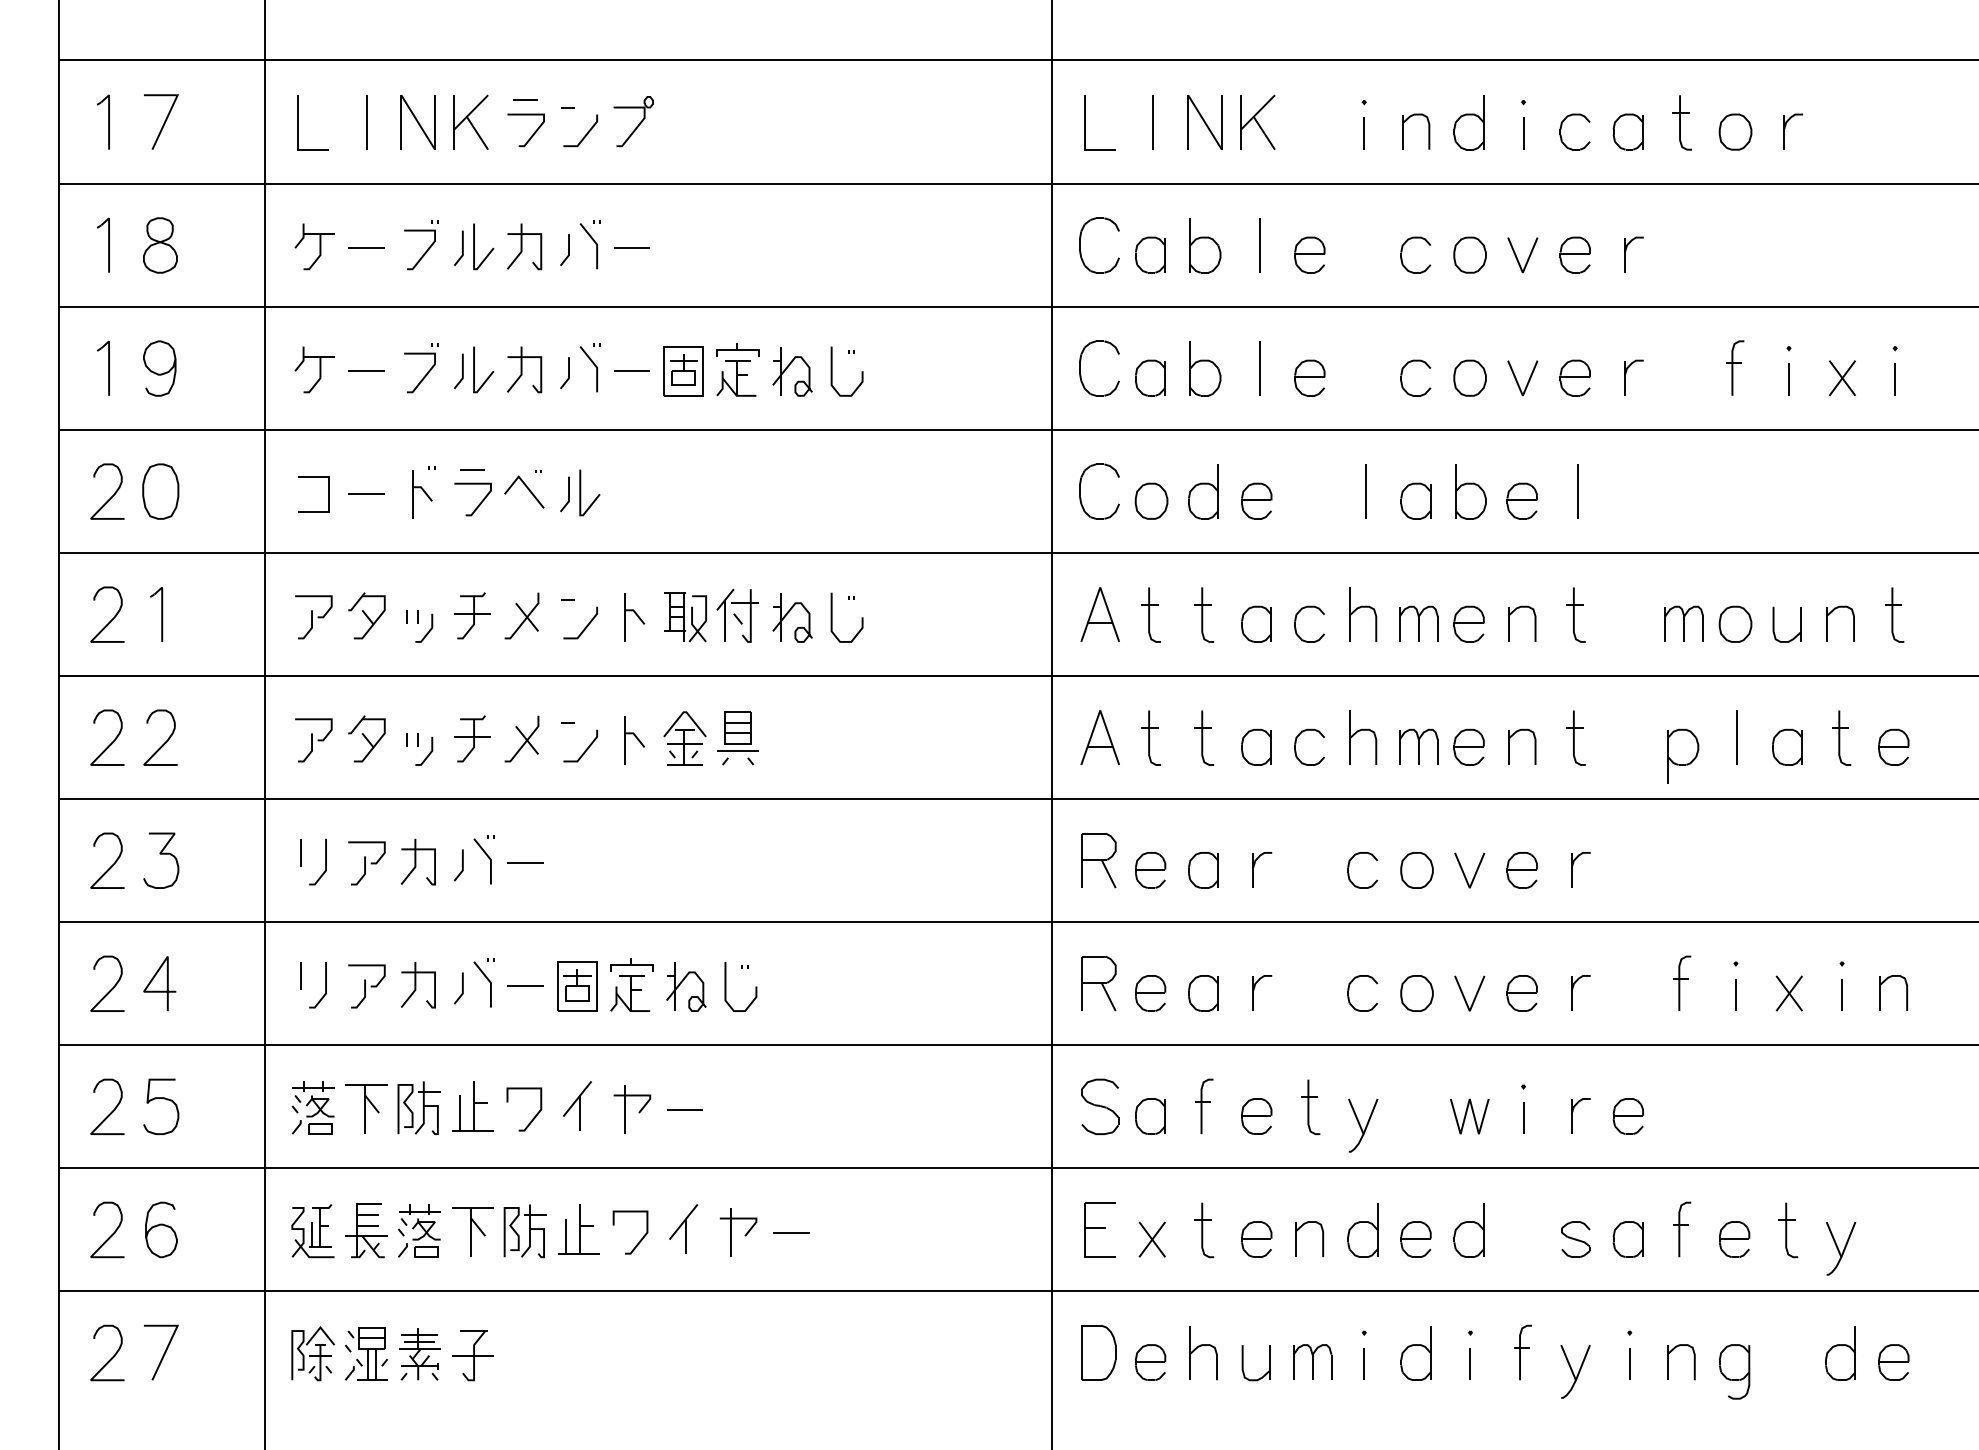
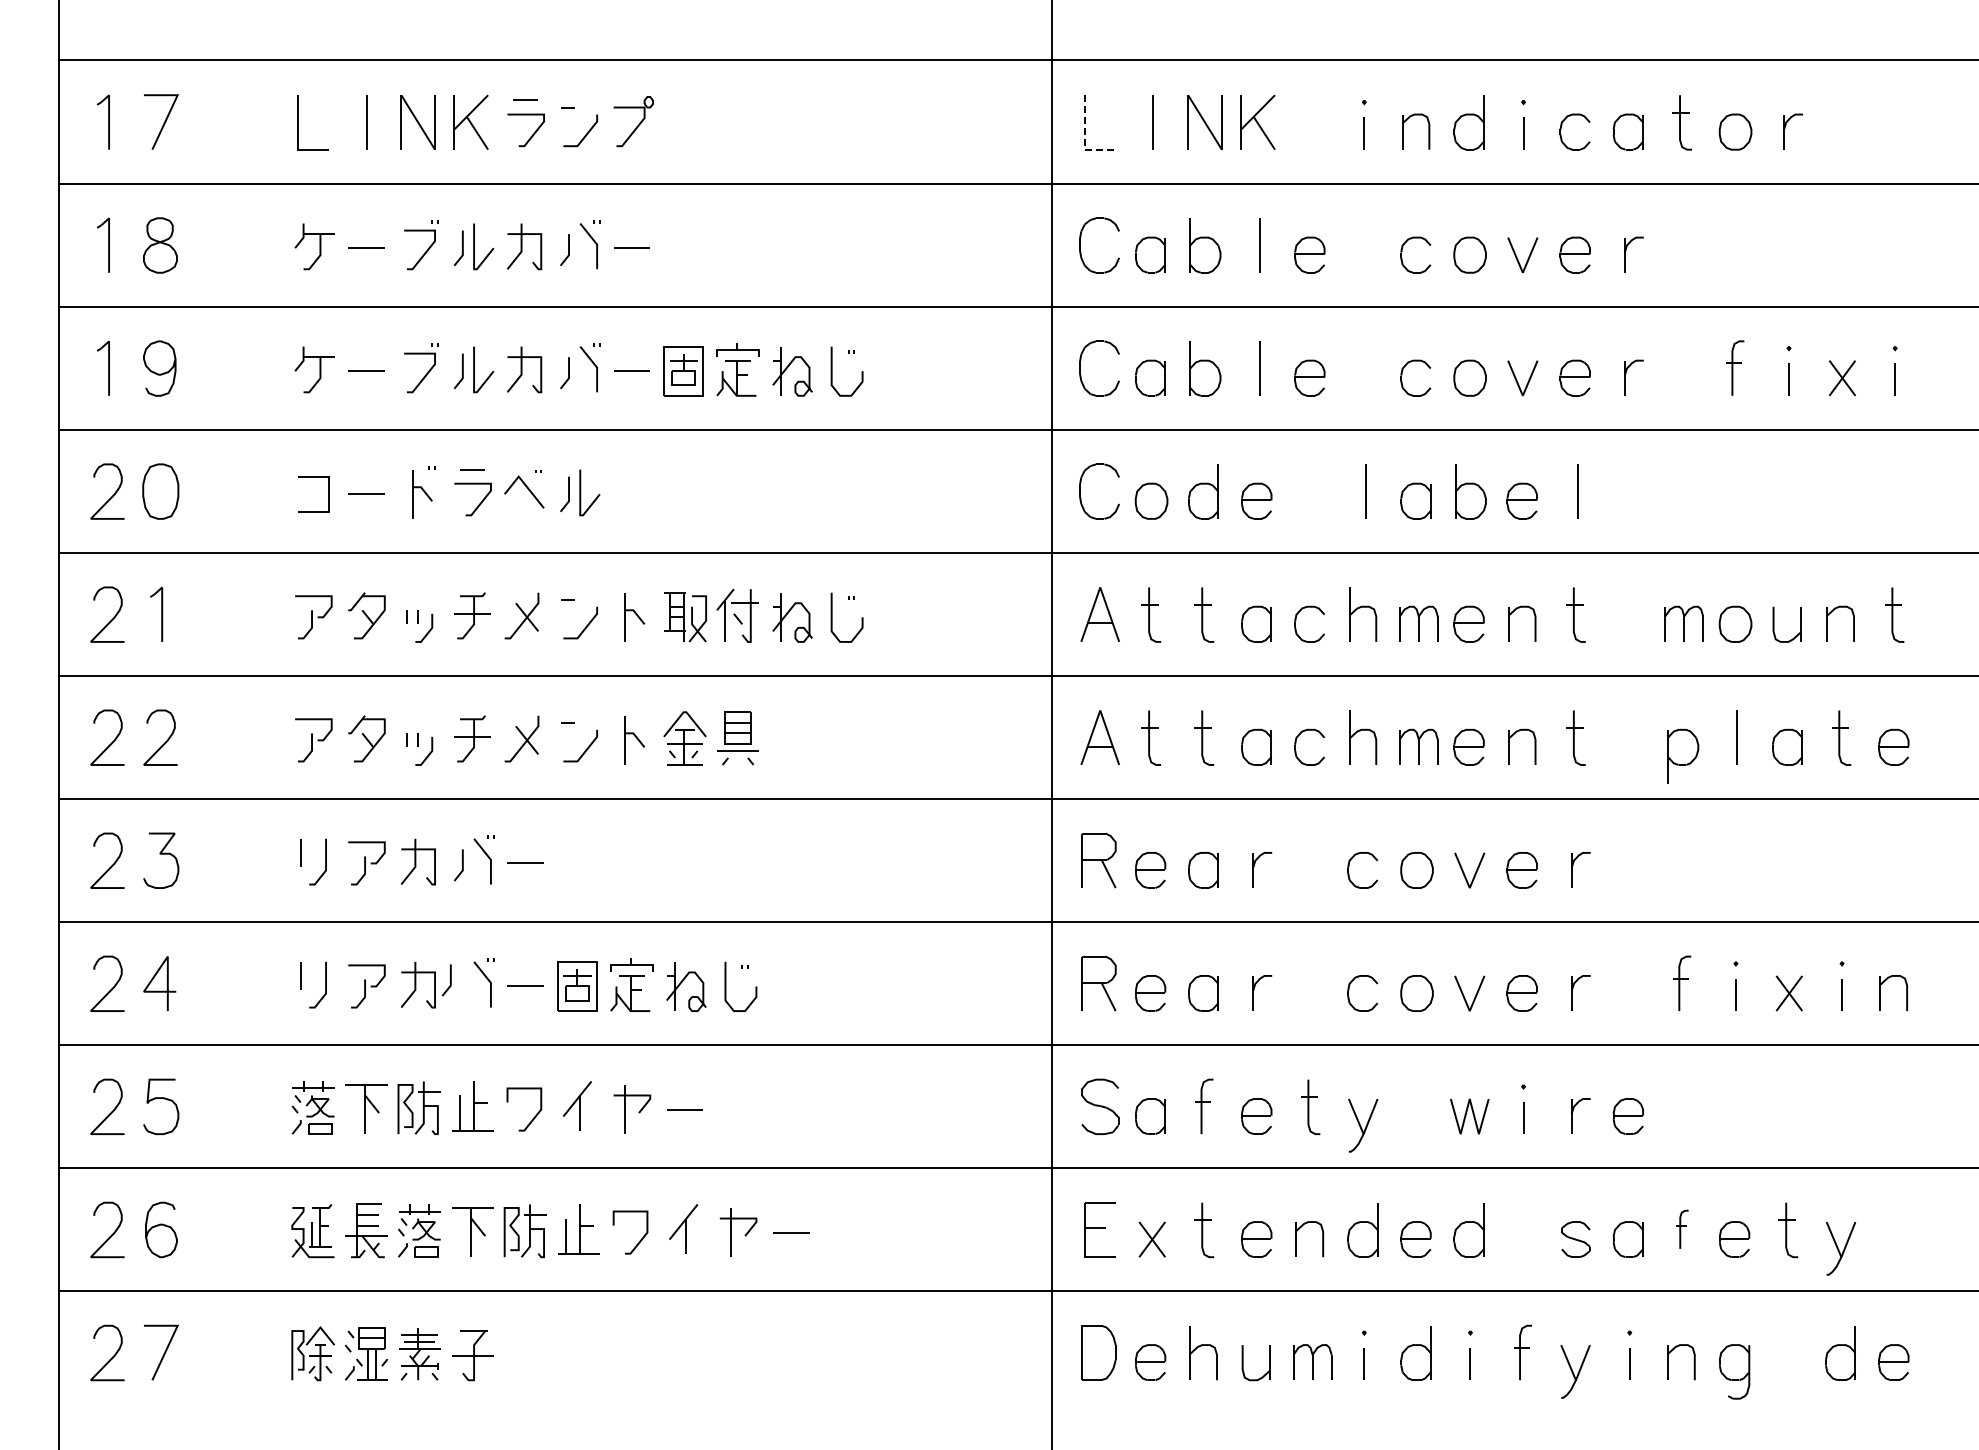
line at (1084, 138): solid -> dashed
line at (265, 724): present -> none
line at (462, 988) position: (462, 988) -> (450, 980)
part at (1682, 1229) size: 19x57 px -> 13x40 px
